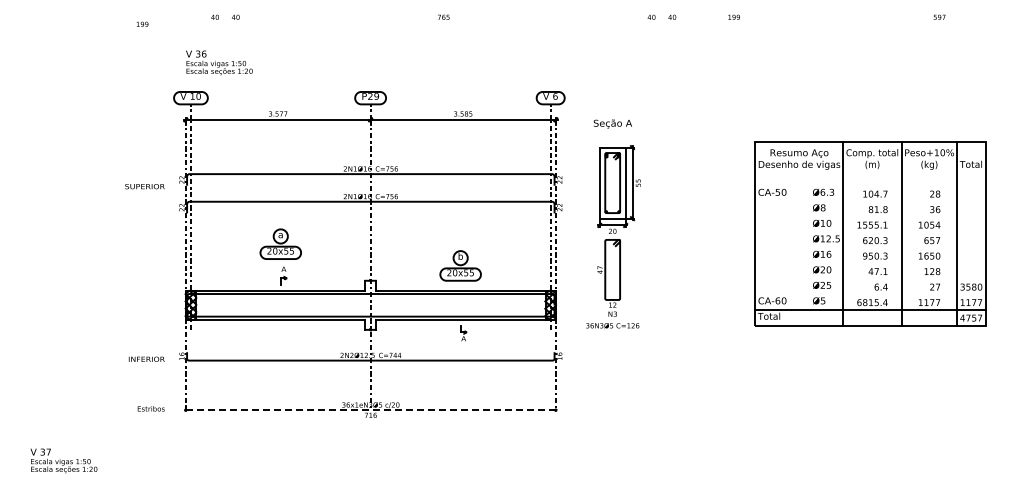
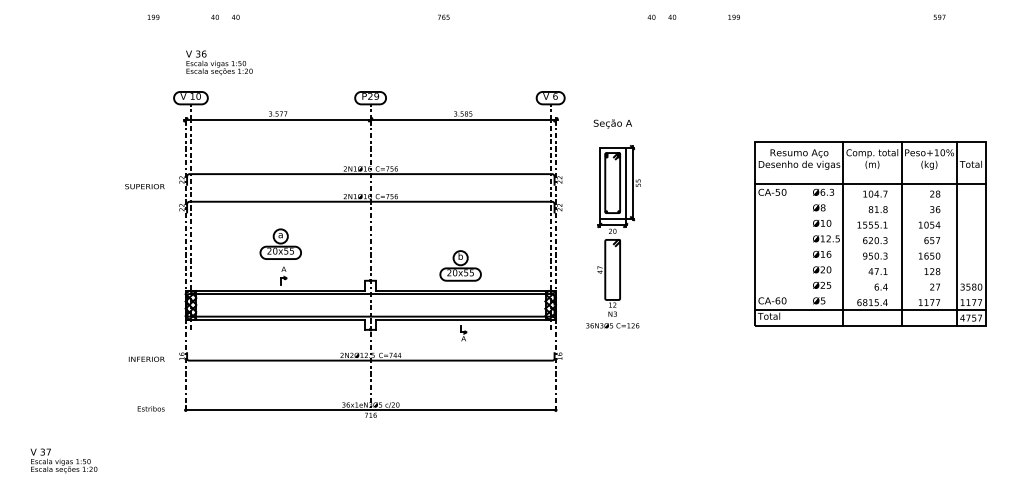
text at (142, 23) position: (142, 23) -> (153, 16)
line at (870, 183): none -> present
line at (373, 410): dashed -> solid
